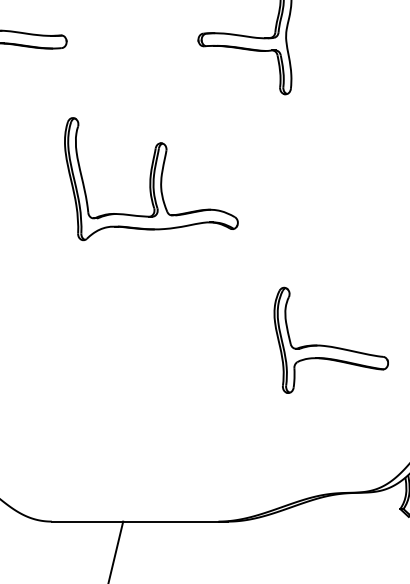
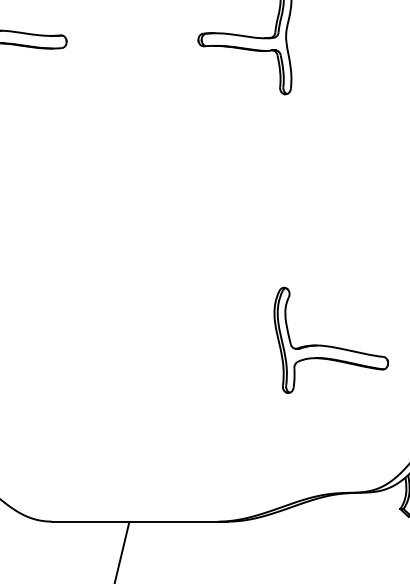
part at (151, 179): present -> none
line at (116, 550) position: (116, 550) -> (122, 551)
